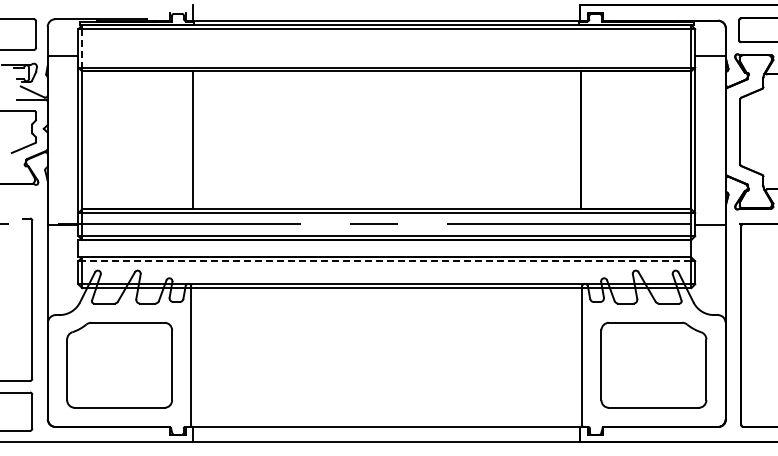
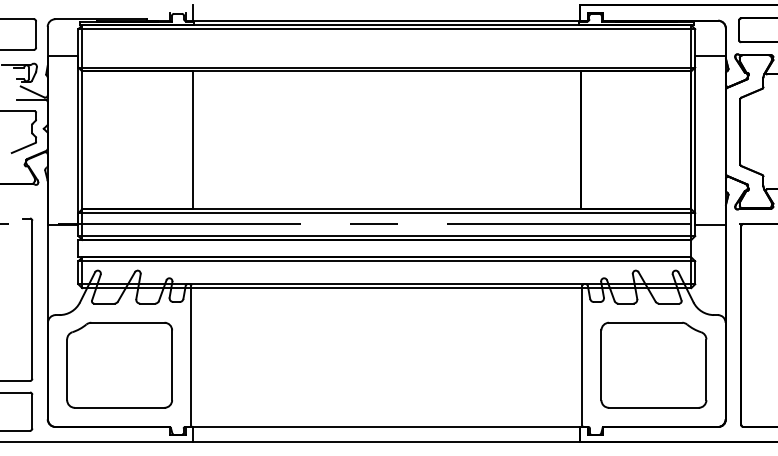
line at (82, 48): dashed -> solid
line at (386, 261): dashed -> solid
